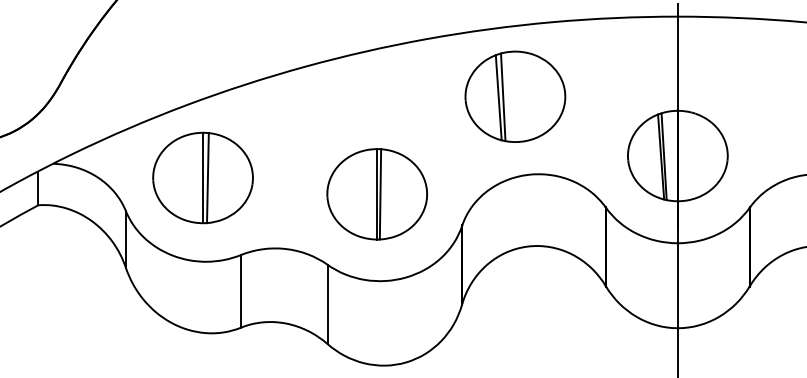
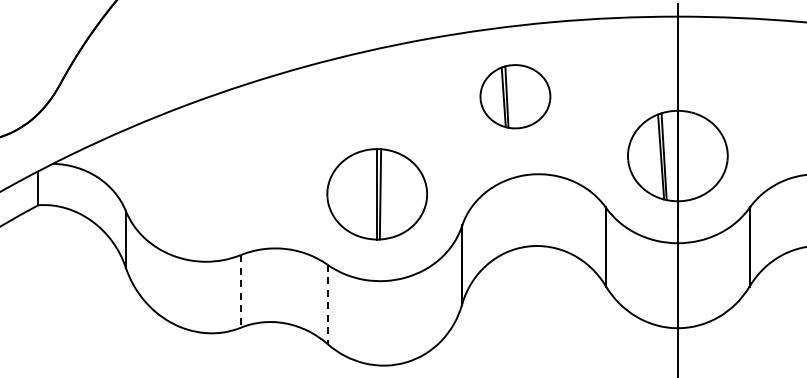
part at (515, 96) size: 103x93 px -> 73x66 px
part at (202, 177): present -> none
line at (240, 291): solid -> dashed
line at (327, 304): solid -> dashed
